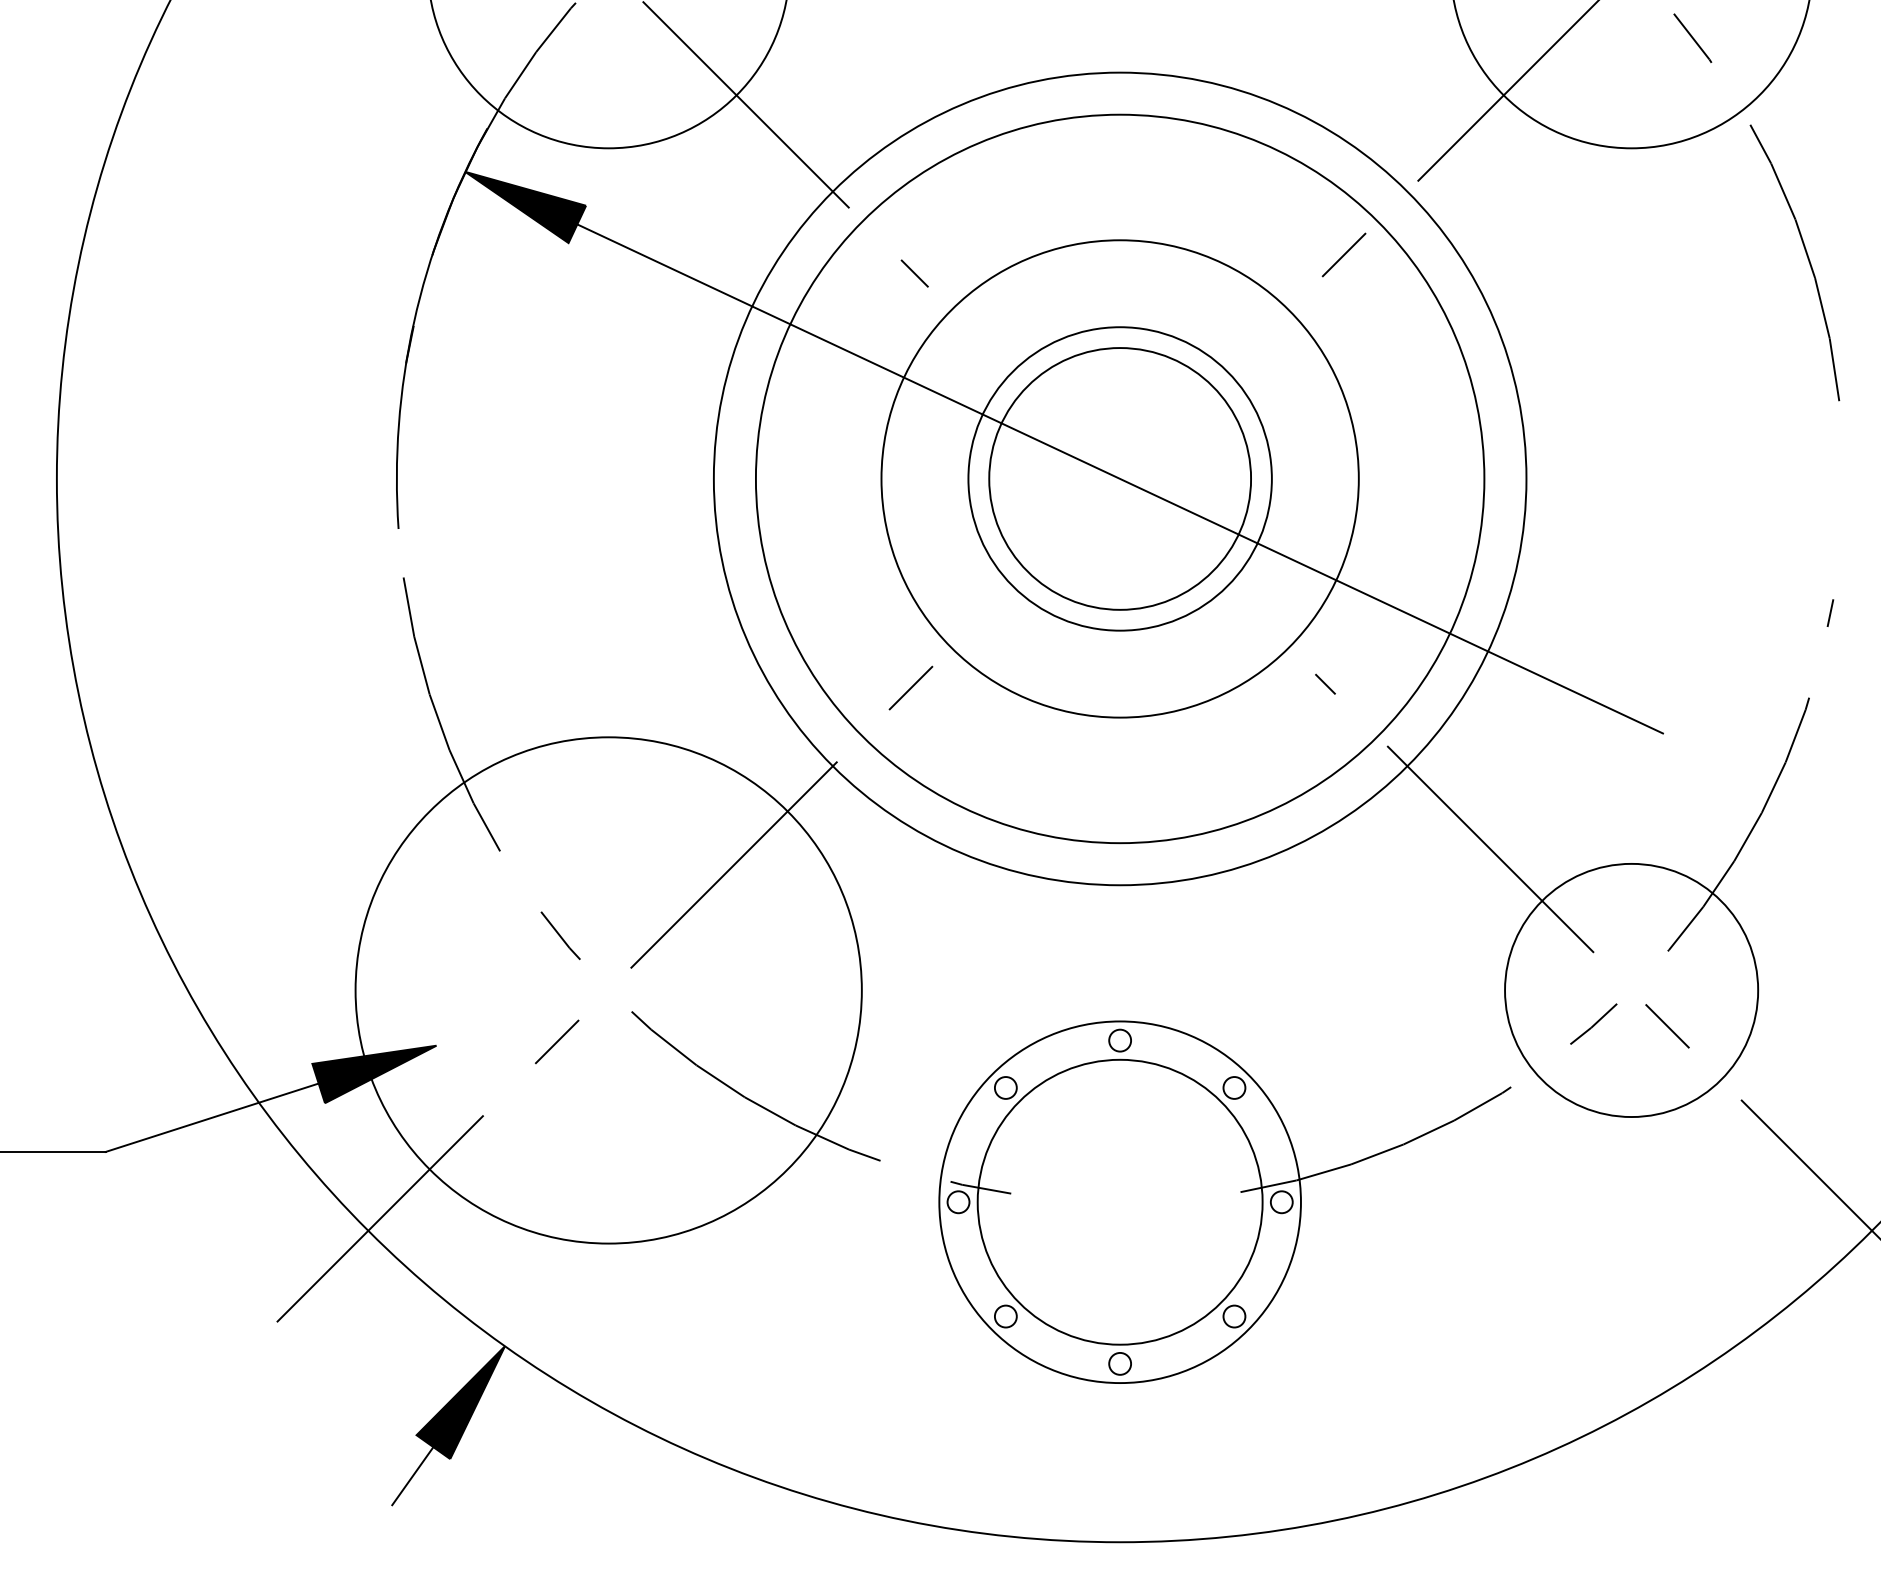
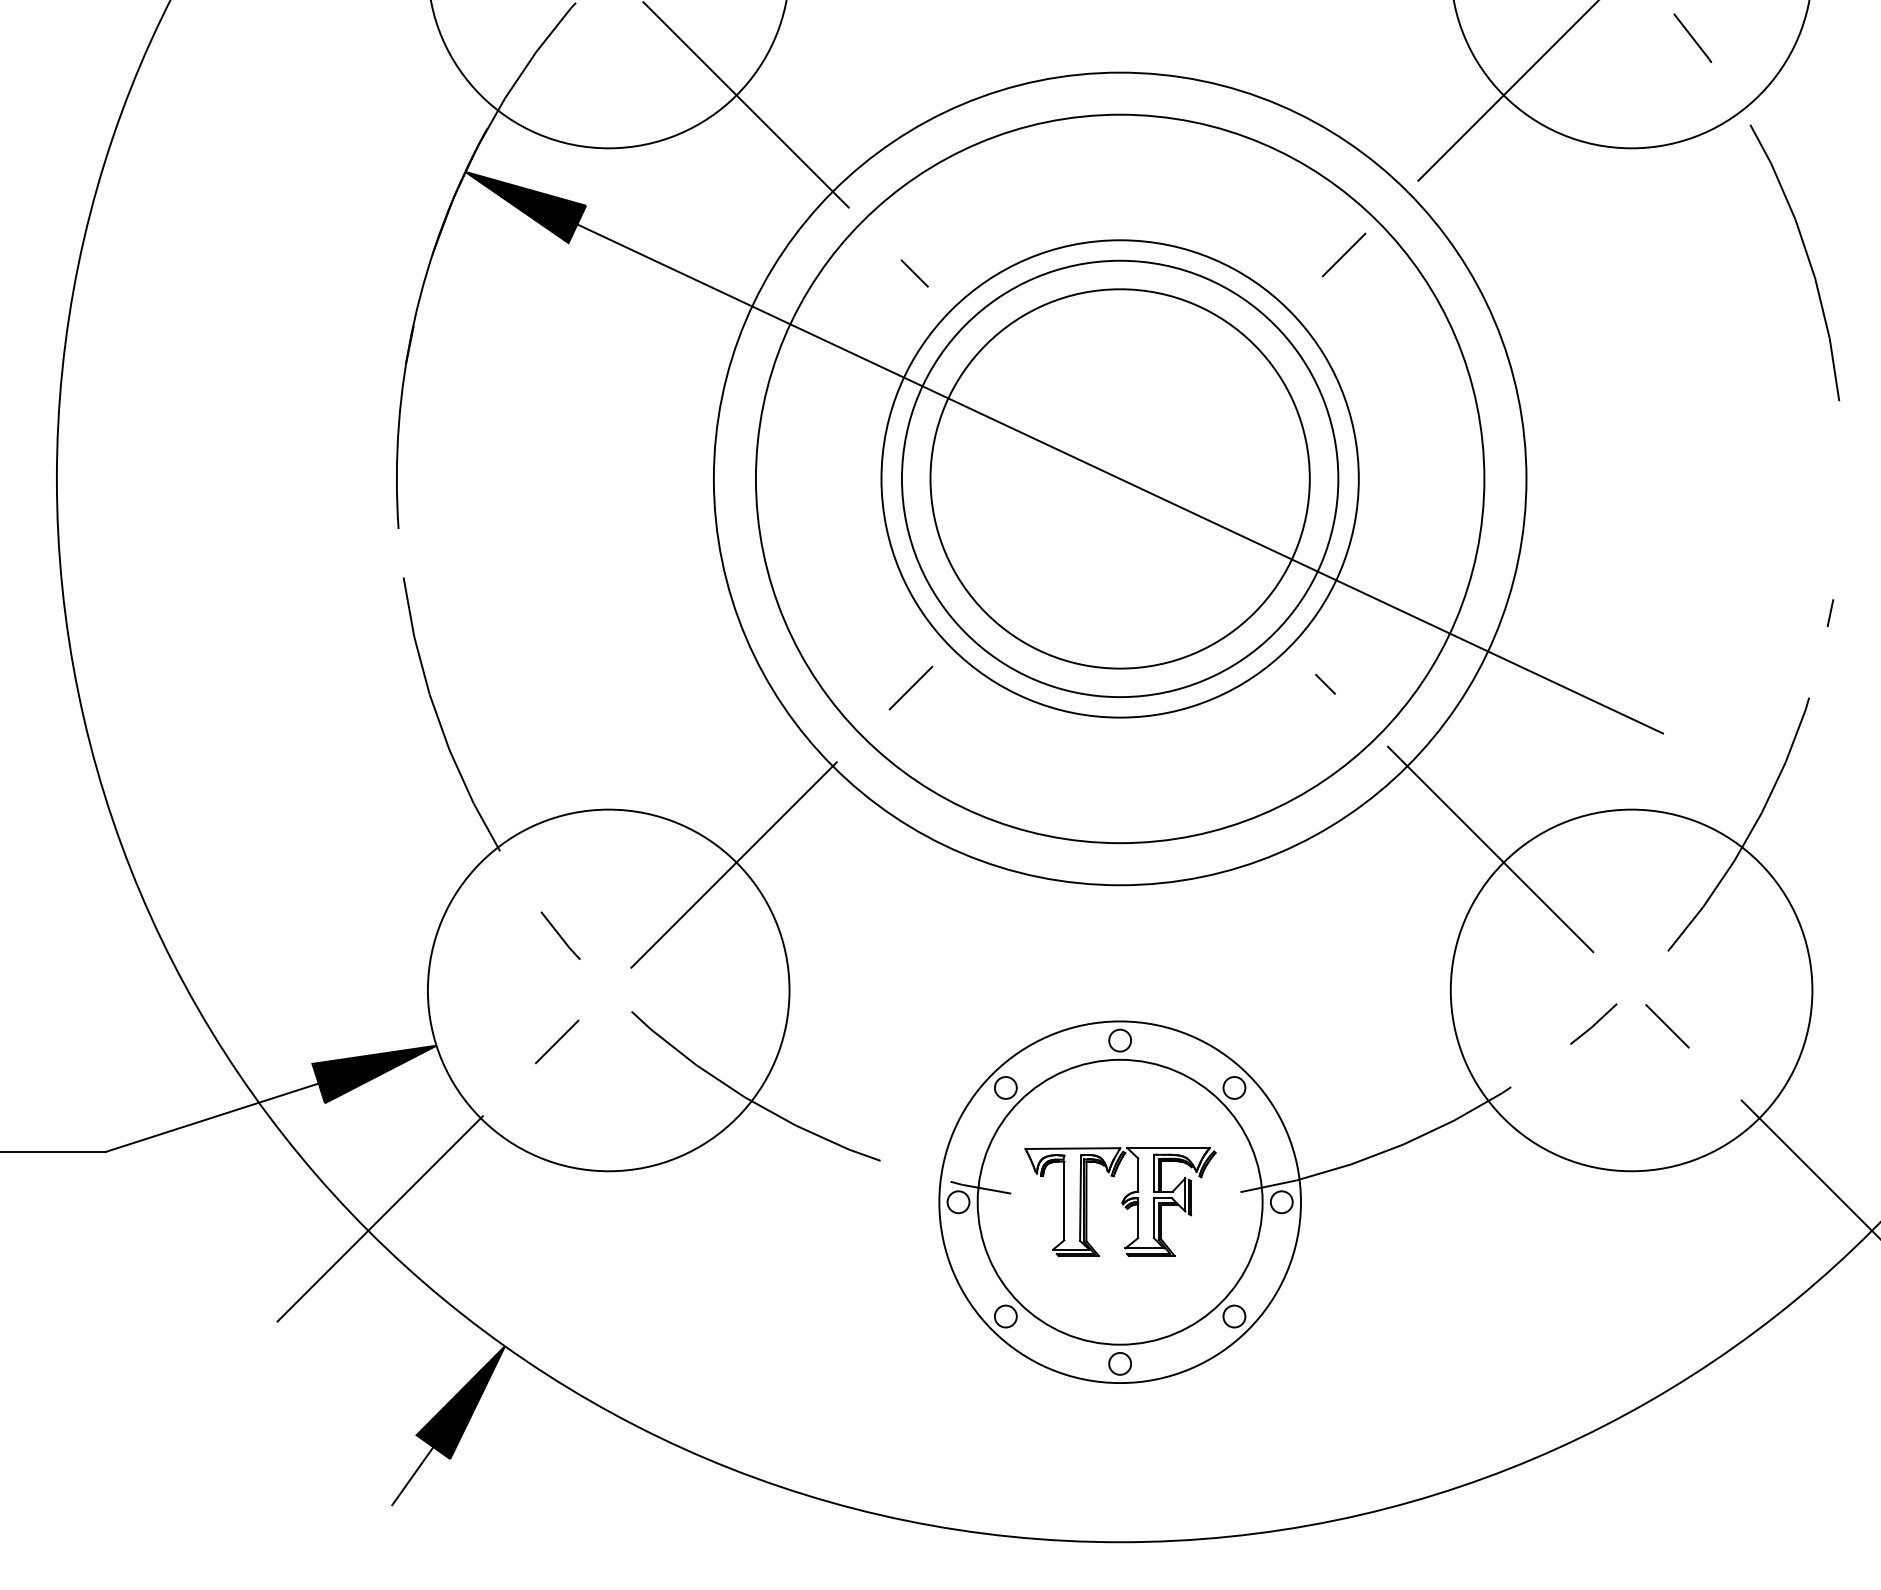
circle at (1119, 478) diameter: 303 px -> 379 px
circle at (1120, 478) diameter: 262 px -> 436 px
circle at (608, 990) diameter: 506 px -> 362 px
circle at (1631, 990) diameter: 253 px -> 362 px
part at (1120, 1202): none -> present
